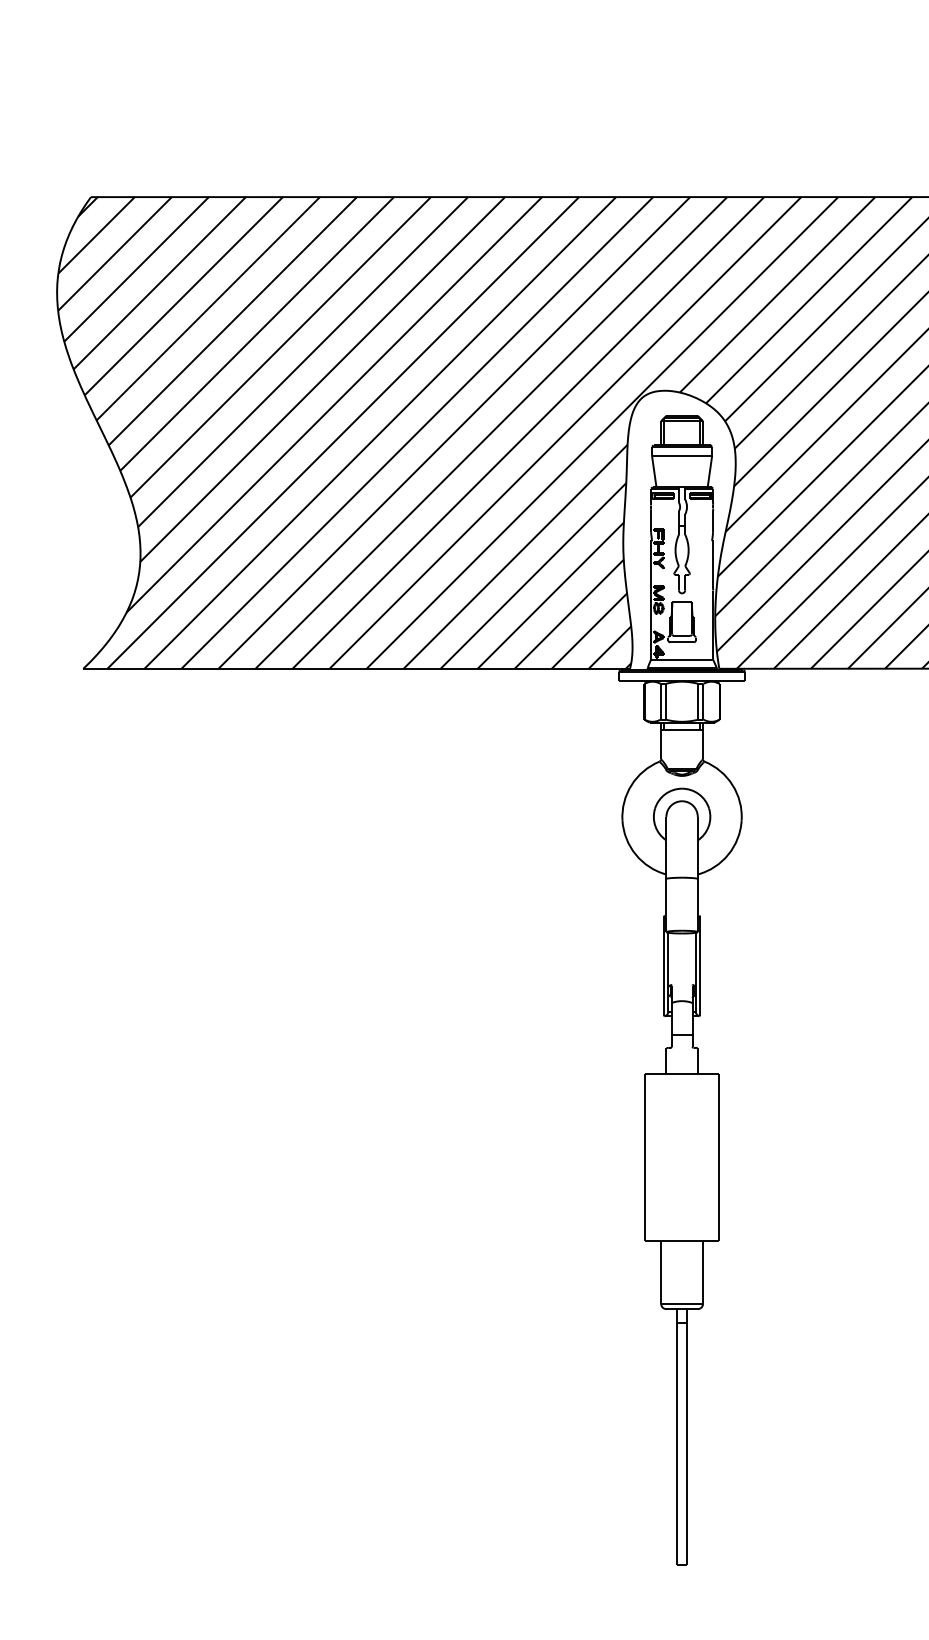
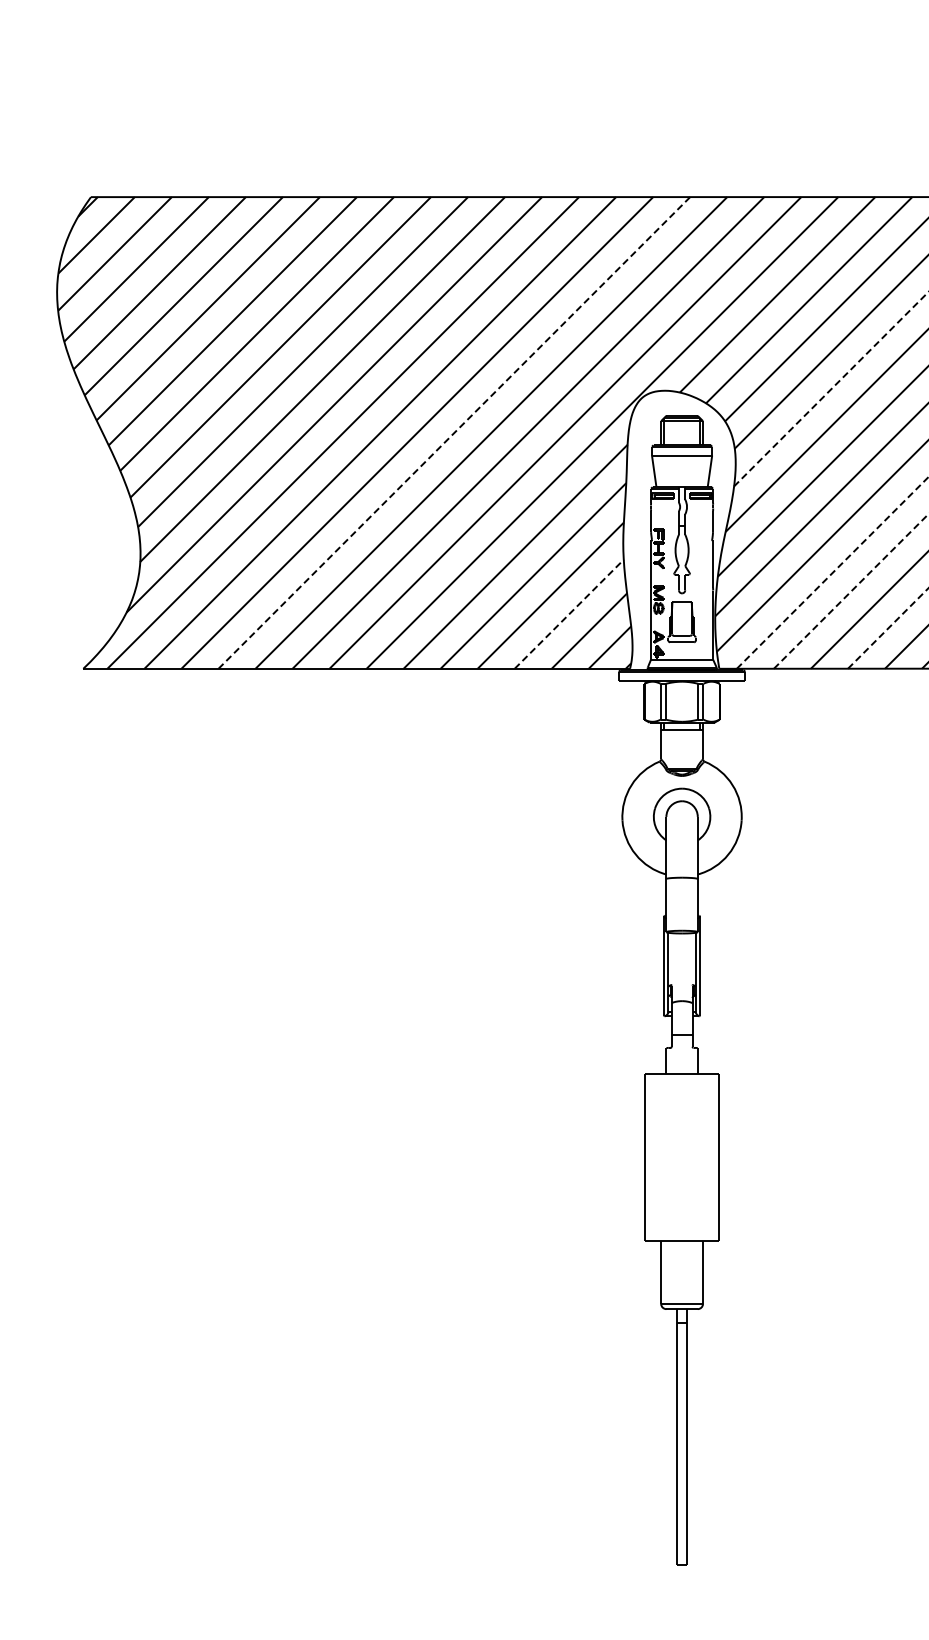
line at (831, 389): solid -> dashed
line at (454, 432): solid -> dashed
line at (832, 572): solid -> dashed
line at (851, 591): solid -> dashed
line at (569, 613): solid -> dashed
line at (888, 628): solid -> dashed
